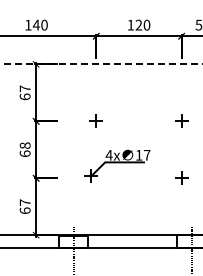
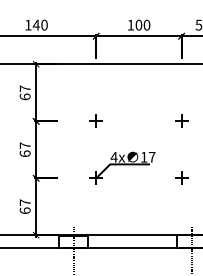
text at (138, 24): 120 -> 100
line at (101, 64): dashed -> solid
text at (24, 145): 68 -> 67
part at (117, 165) position: (117, 165) -> (122, 167)
